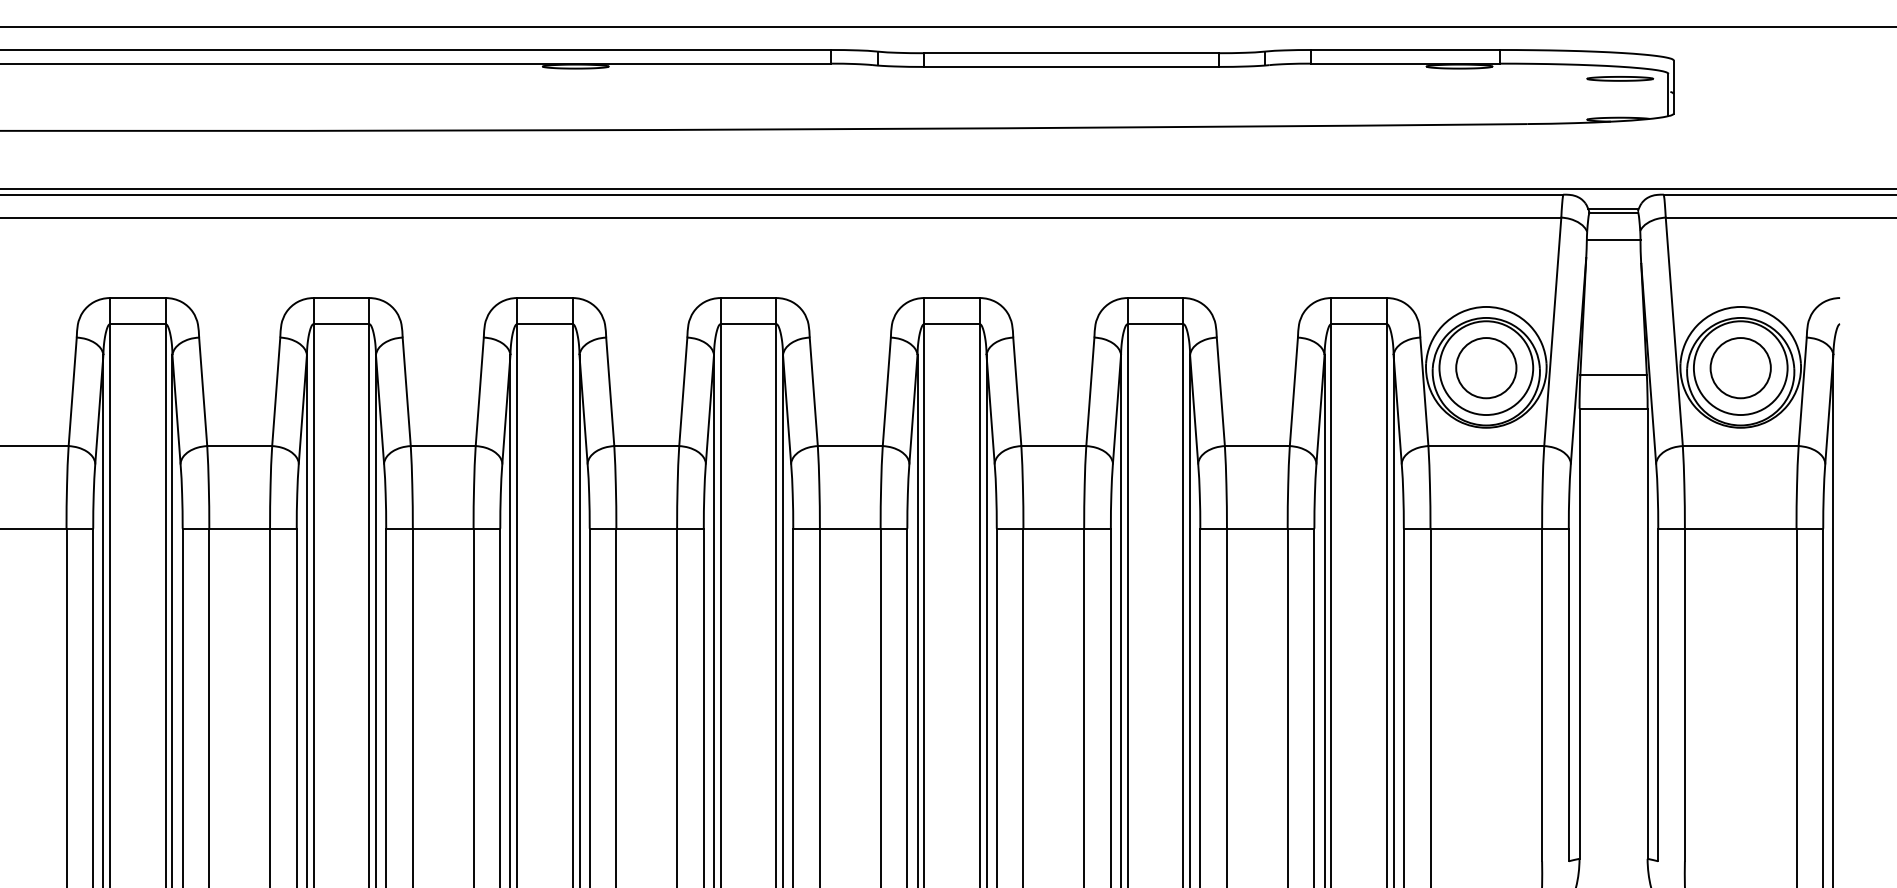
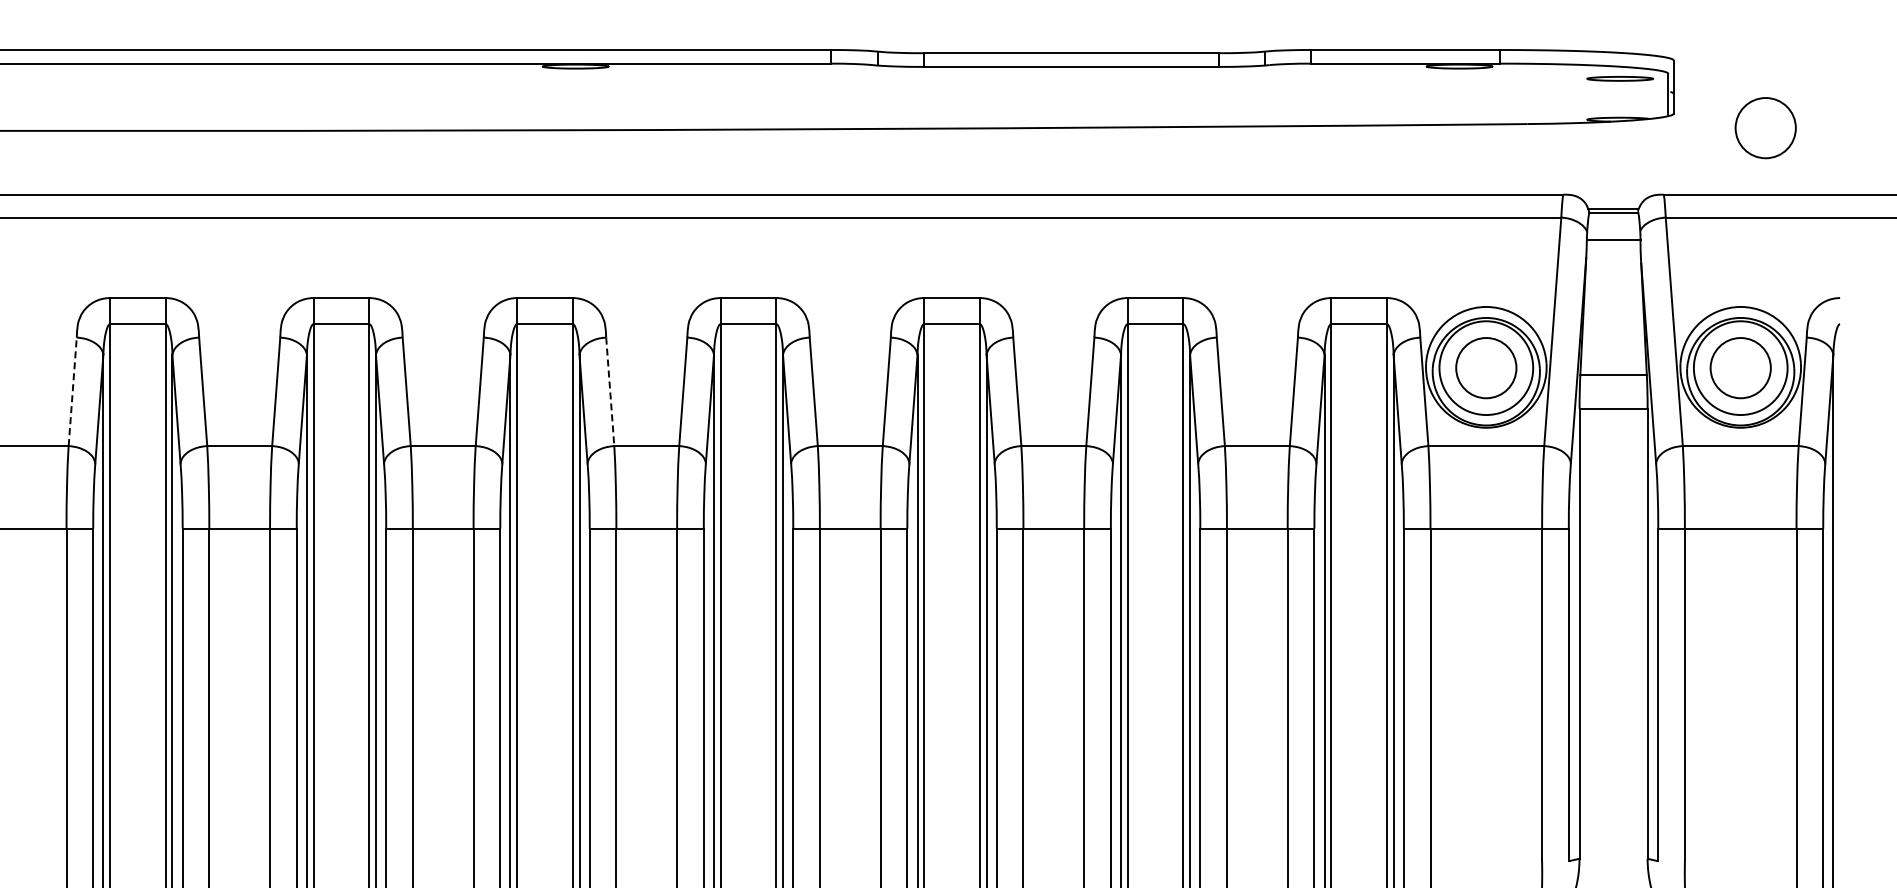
line at (947, 26): present -> none
circle at (1765, 128): none -> present
line at (947, 189): present -> none
line at (72, 391): solid -> dashed
line at (610, 392): solid -> dashed
